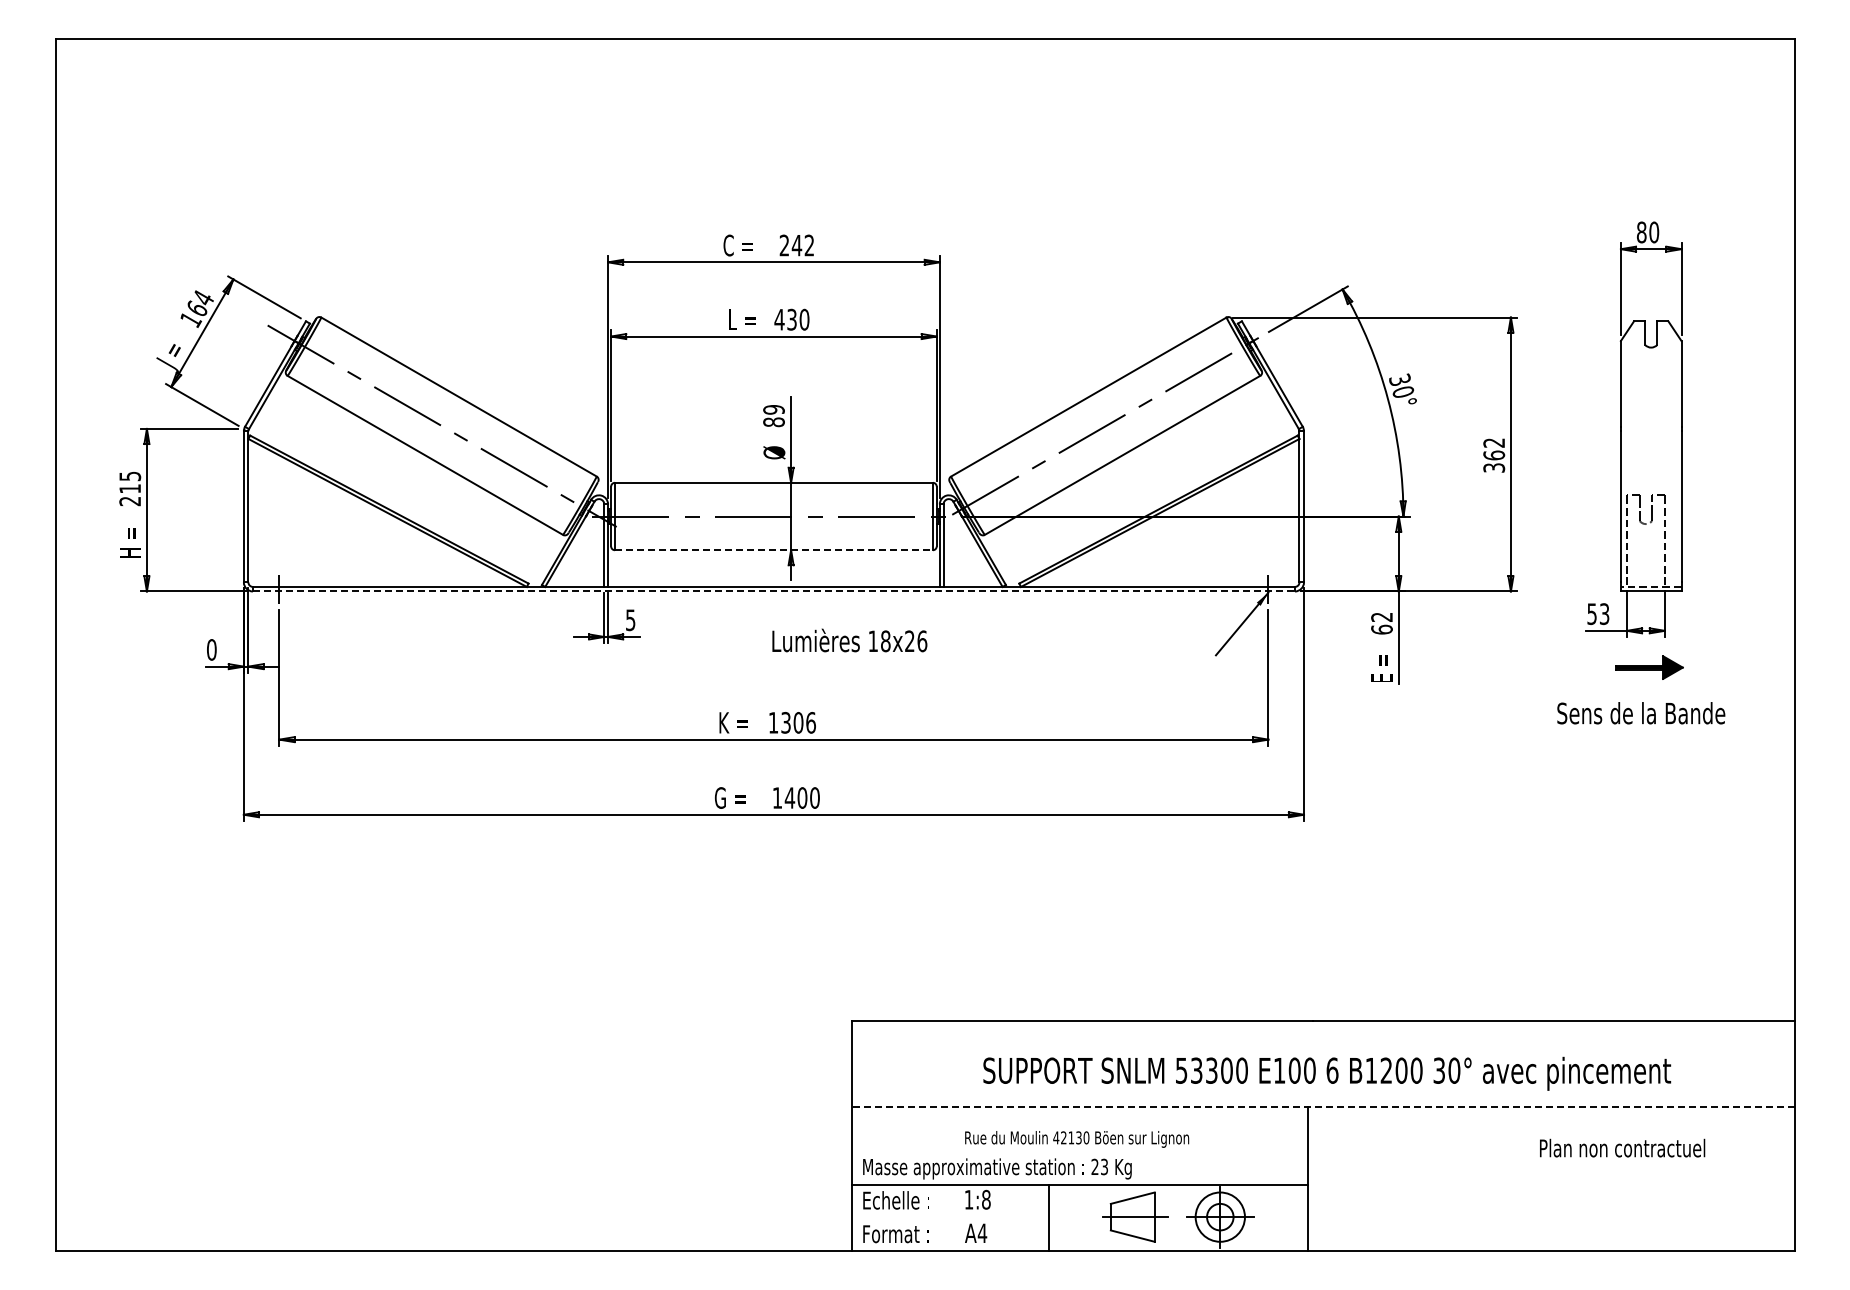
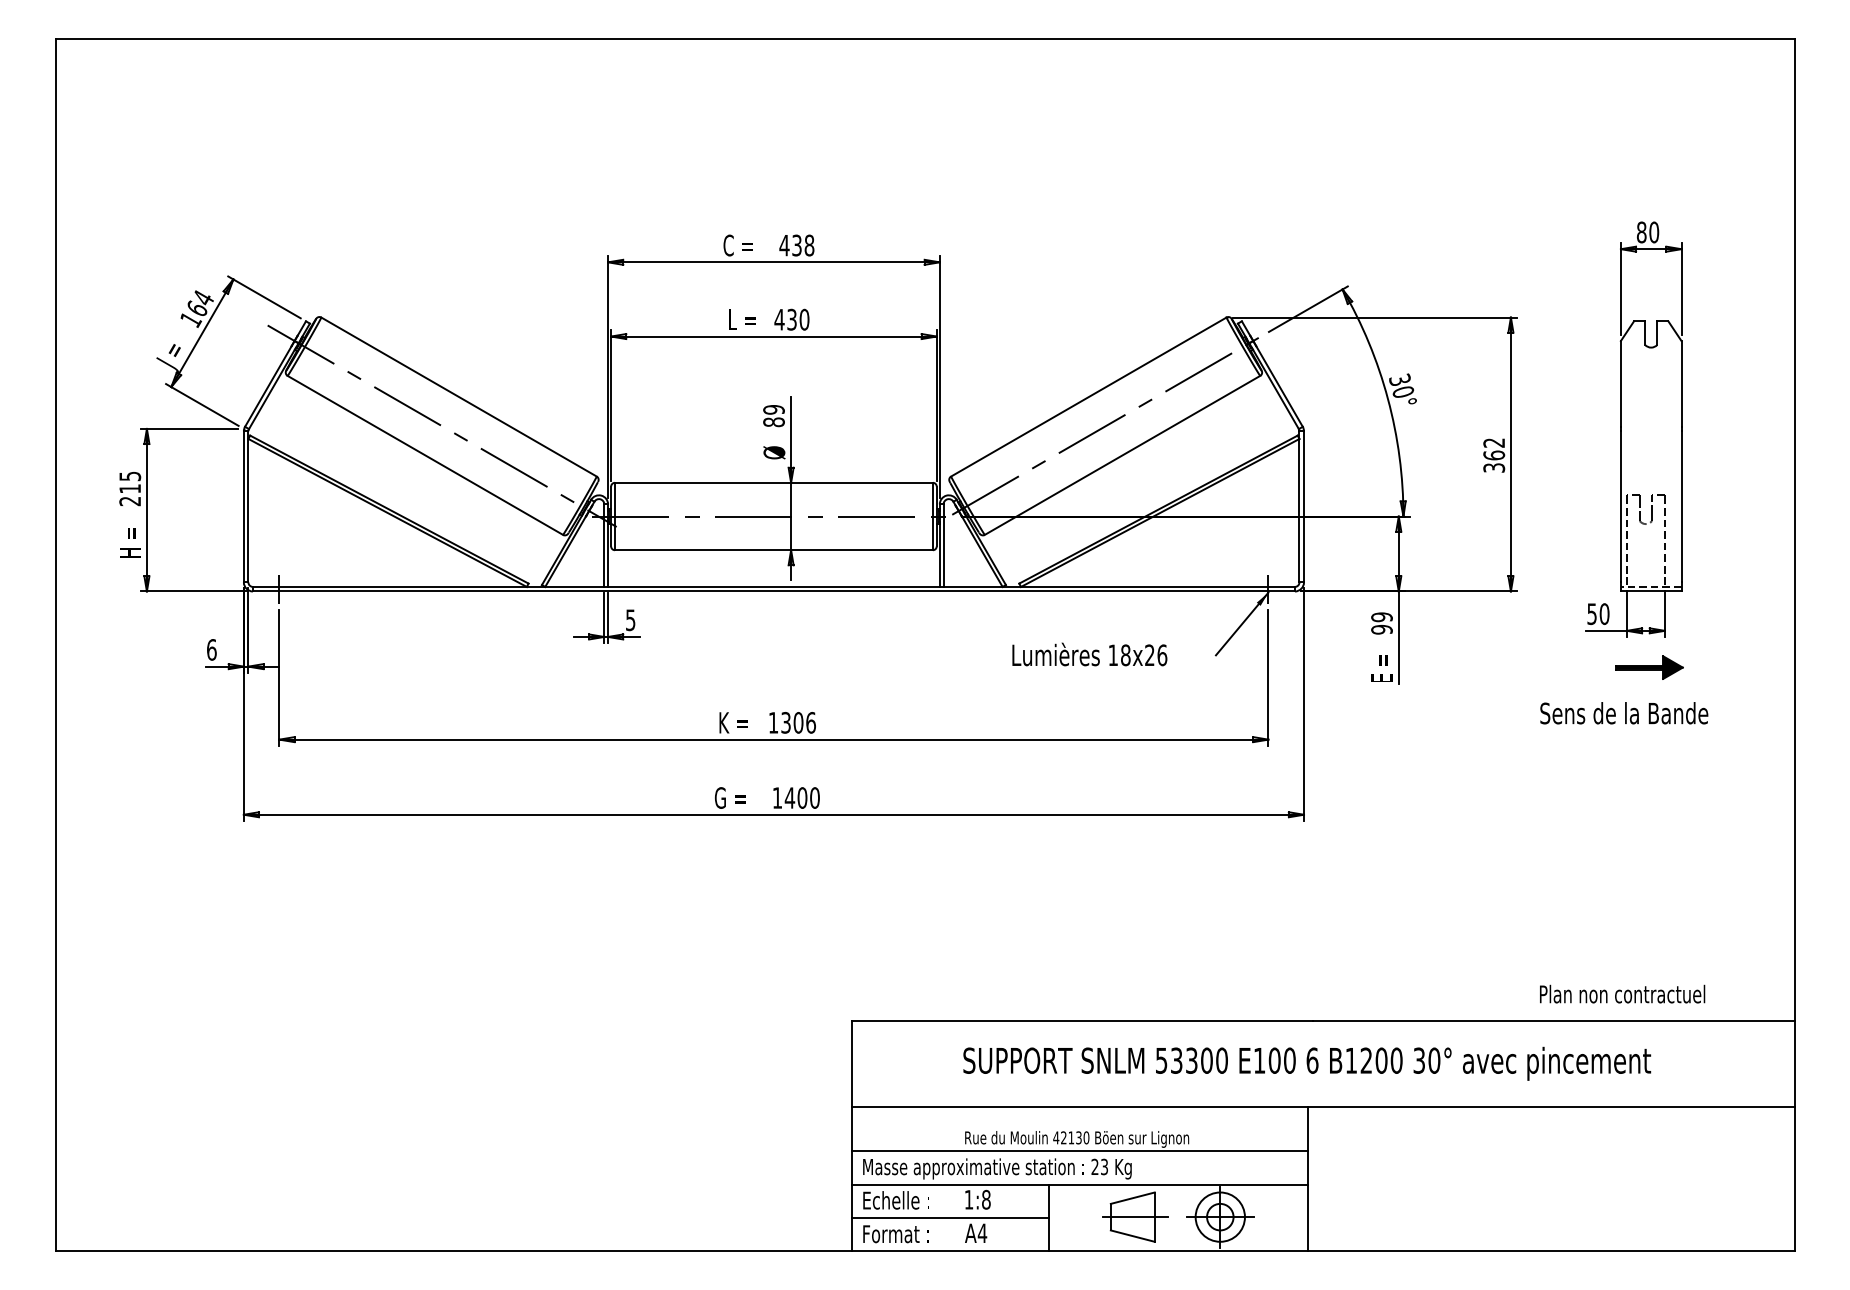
text at (796, 245): 242 -> 438
line at (774, 550): dashed -> solid
line at (773, 591): dashed -> solid
text at (1604, 614): 53 -> 50
text at (1381, 623): 62 -> 99
text at (849, 640) position: (849, 640) -> (1089, 654)
text at (211, 649): 0 -> 6
text at (1641, 713) position: (1641, 713) -> (1624, 713)
text at (1327, 1073) position: (1327, 1073) -> (1307, 1063)
line at (1322, 1107): dashed -> solid
text at (1622, 1147) position: (1622, 1147) -> (1622, 993)
line at (1079, 1151): none -> present
line at (950, 1217): none -> present
